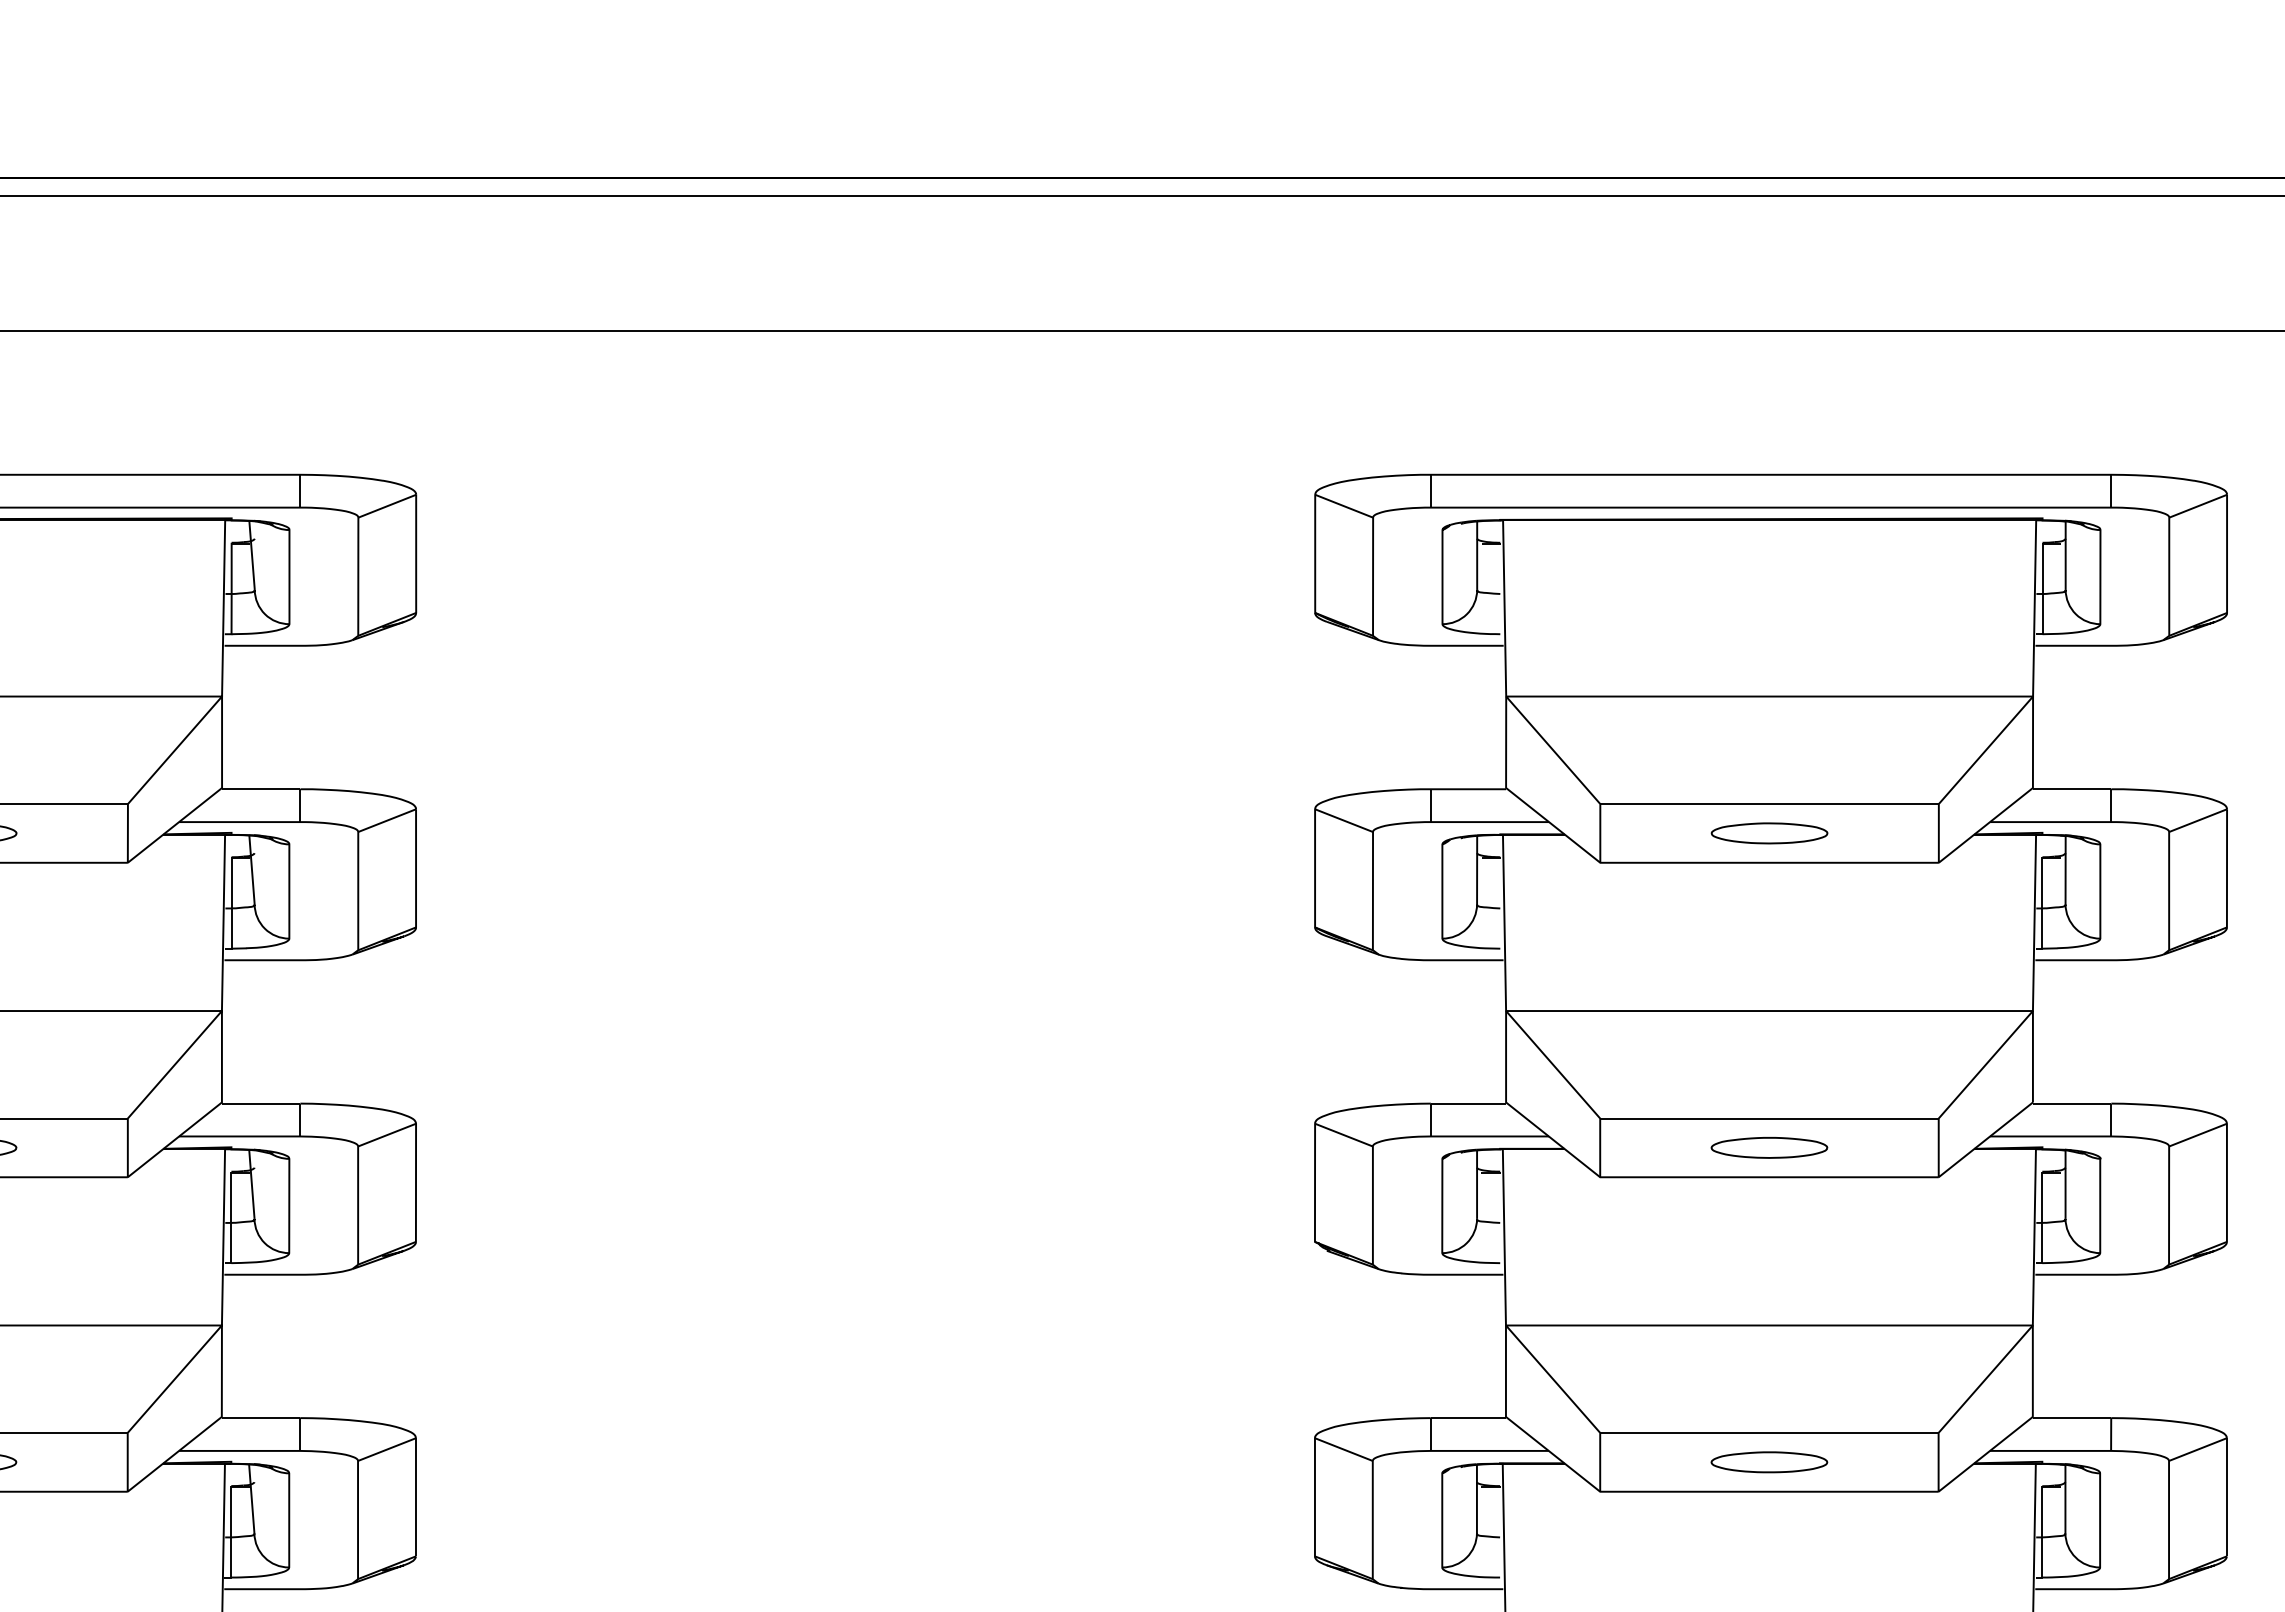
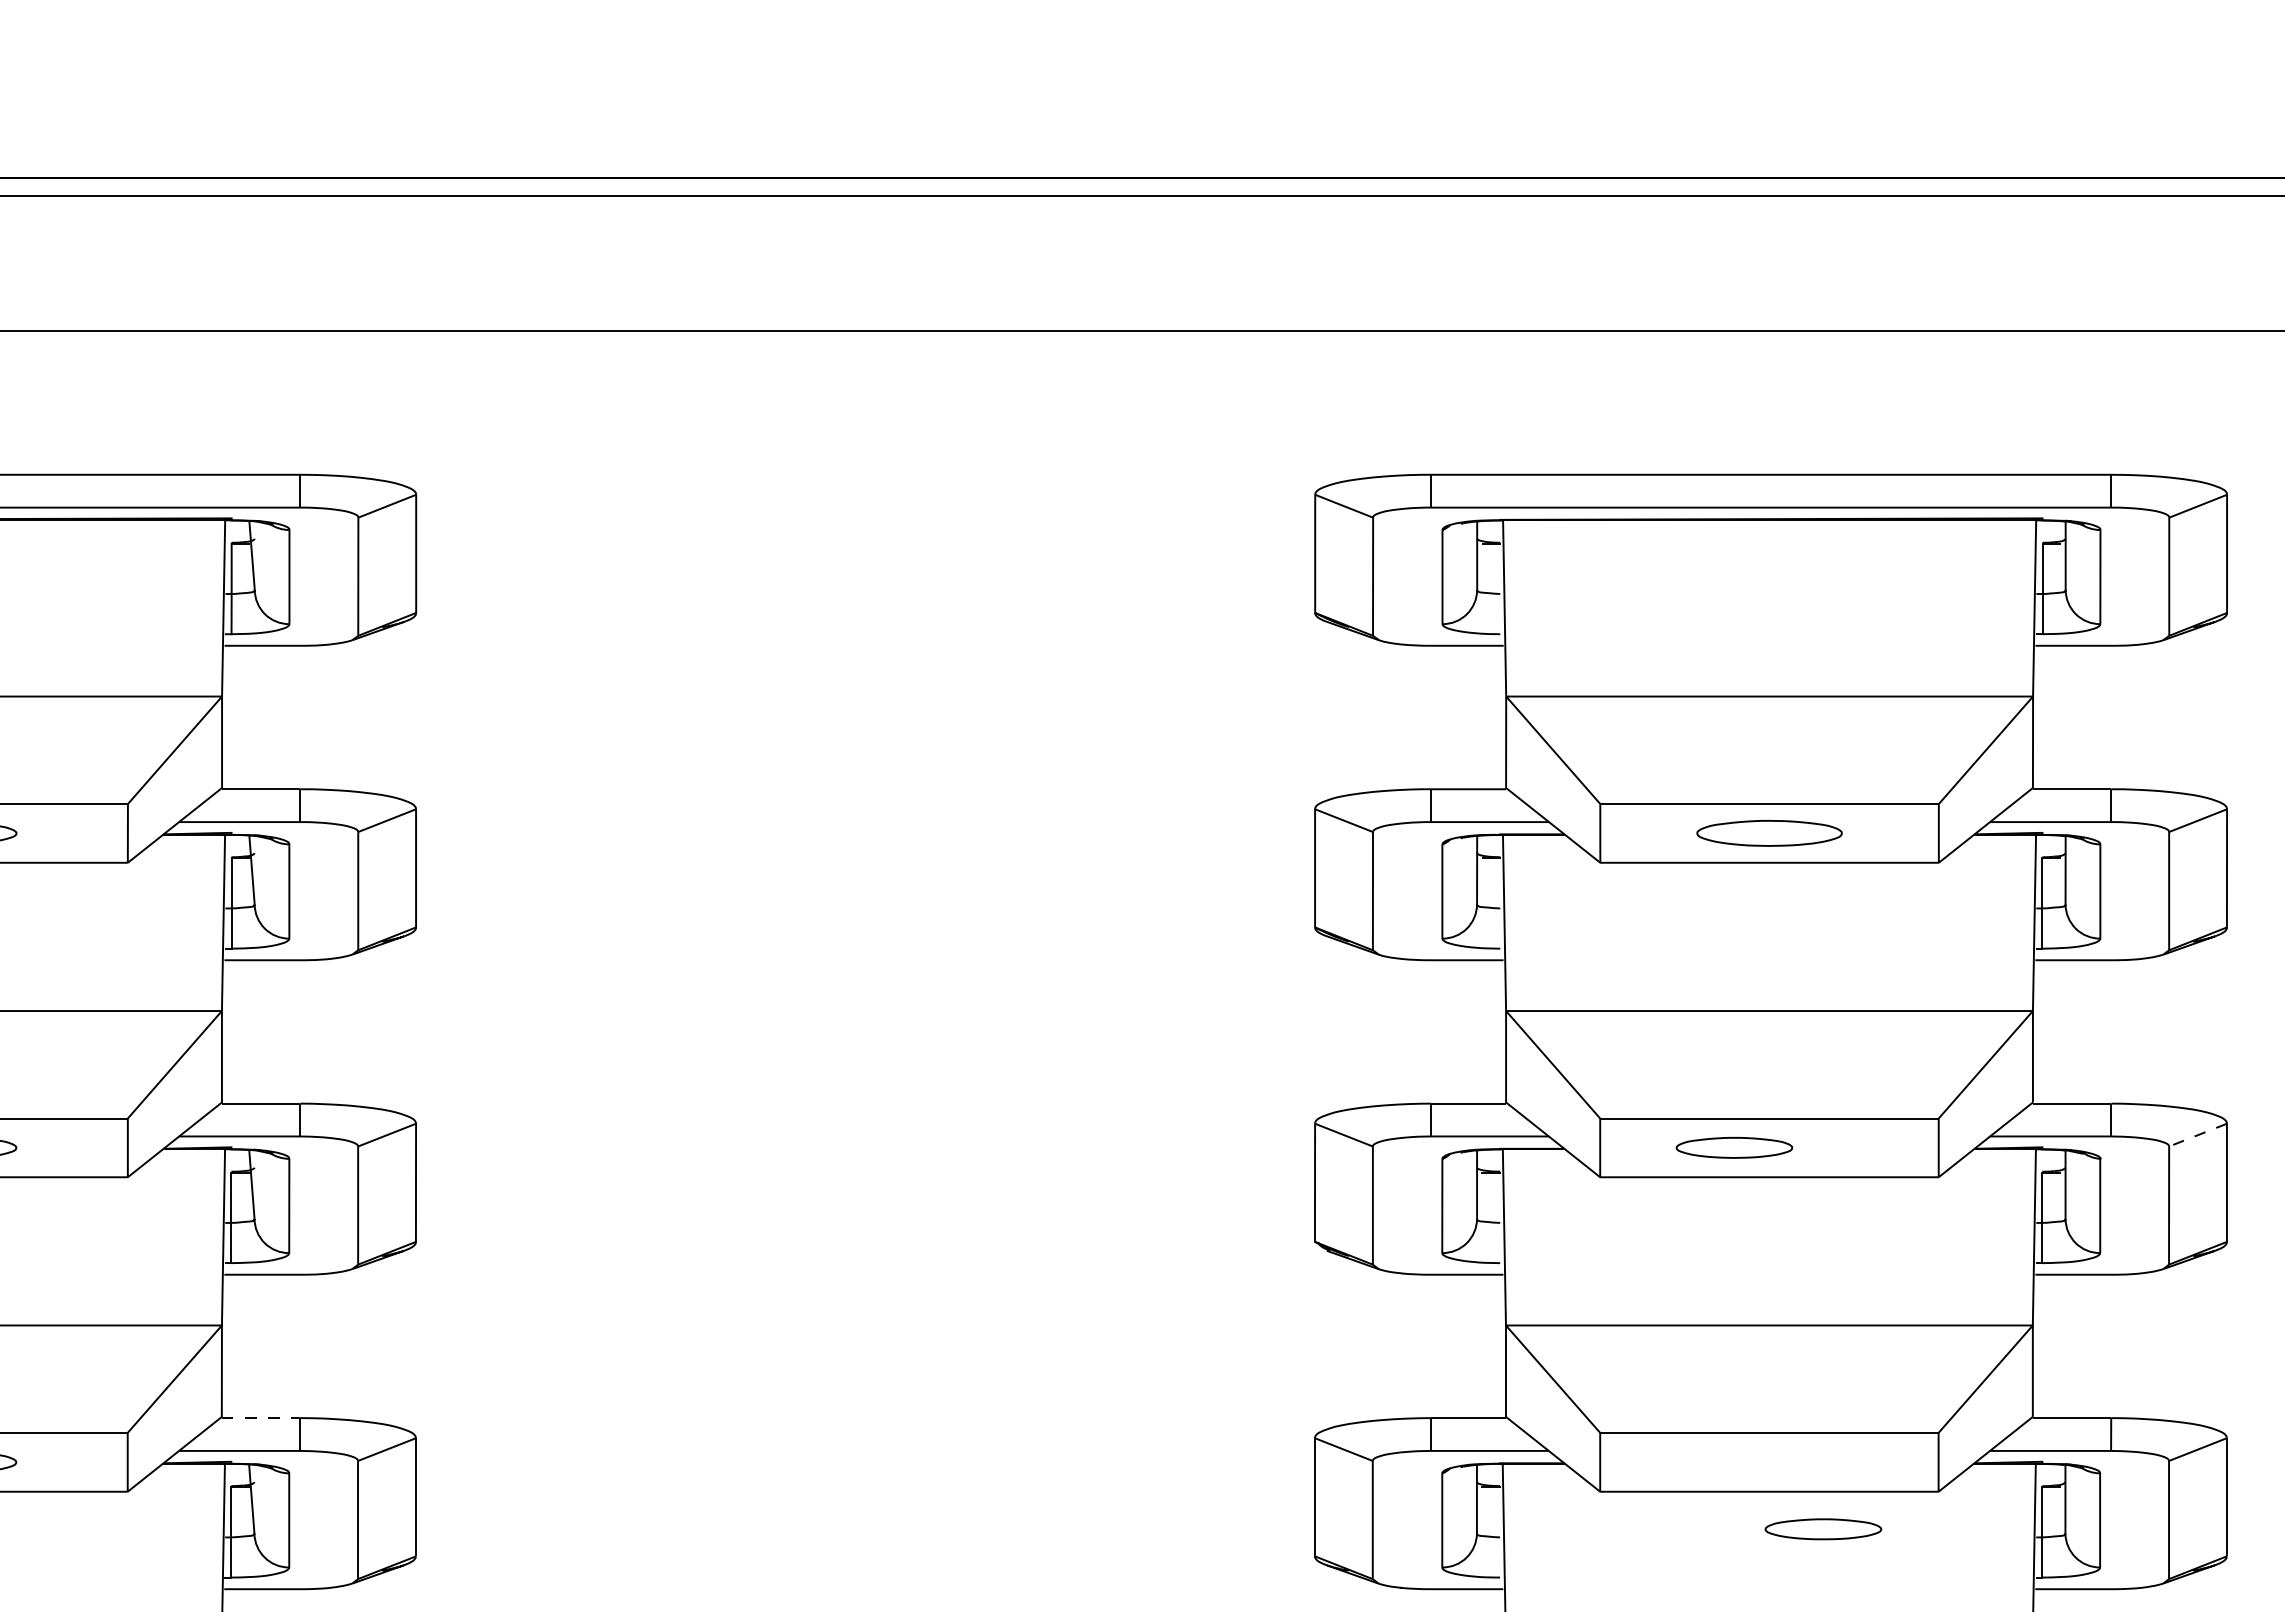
part at (1769, 833) size: 119x23 px -> 147x28 px
line at (2197, 1135): solid -> dashed
part at (1769, 1147) position: (1769, 1147) -> (1734, 1147)
line at (261, 1418): solid -> dashed
part at (1769, 1462) position: (1769, 1462) -> (1823, 1529)
